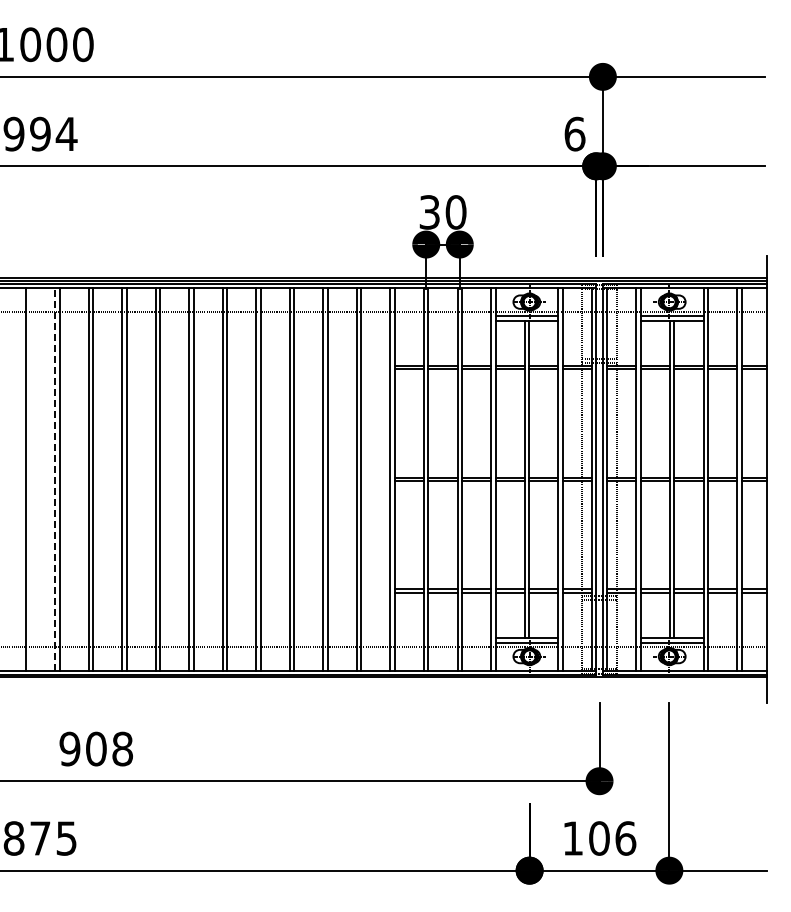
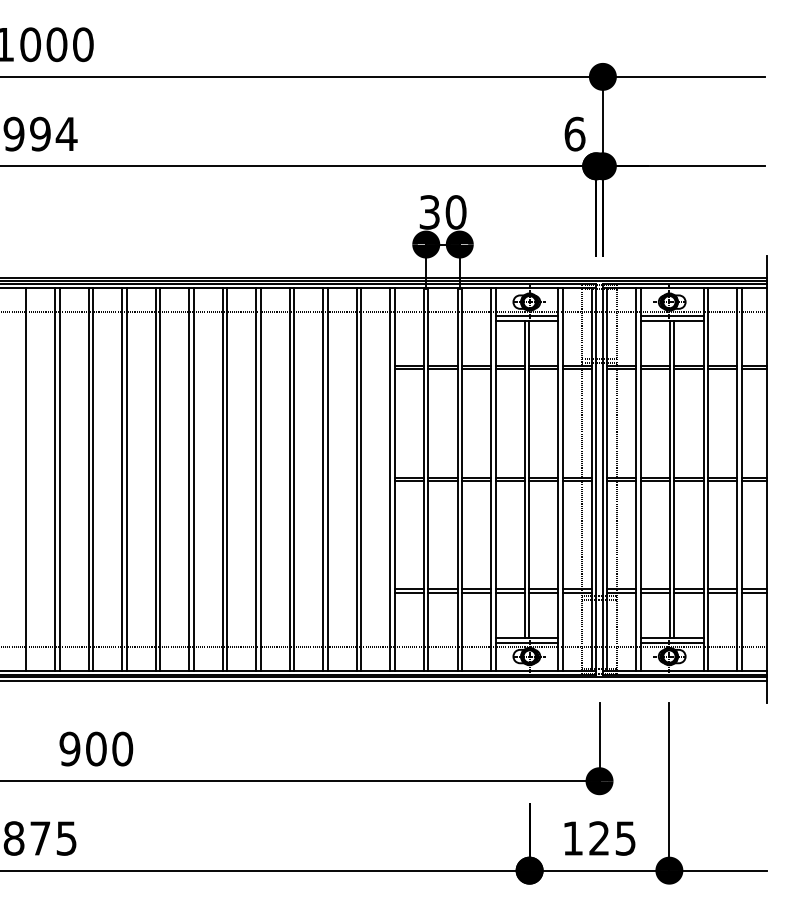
line at (55, 478): dashed -> solid
line at (384, 680): none -> present
text at (122, 749): 908 -> 900
text at (612, 838): 106 -> 125
